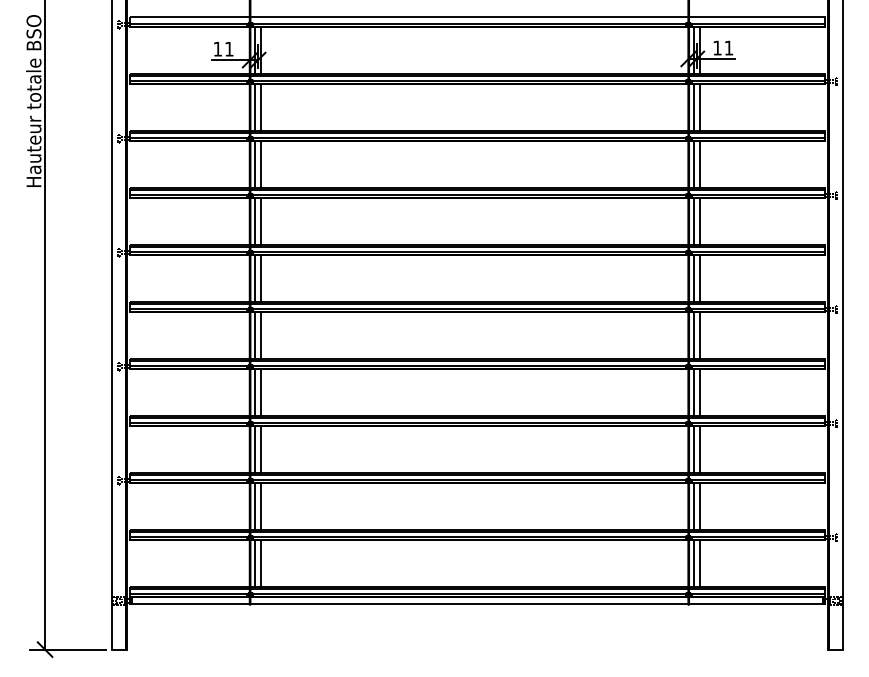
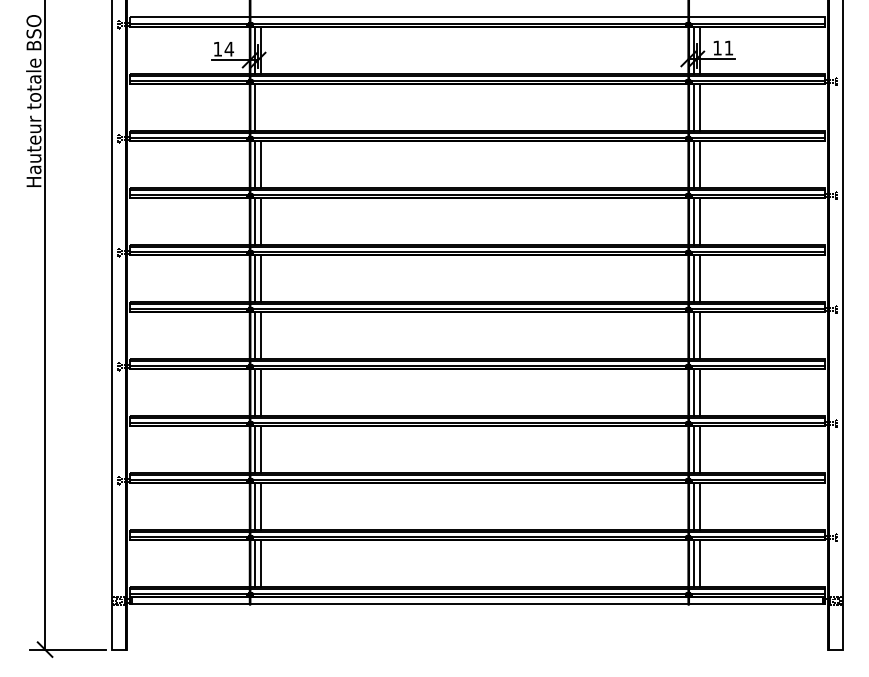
text at (229, 48): 11 -> 14
line at (261, 107): present -> none
